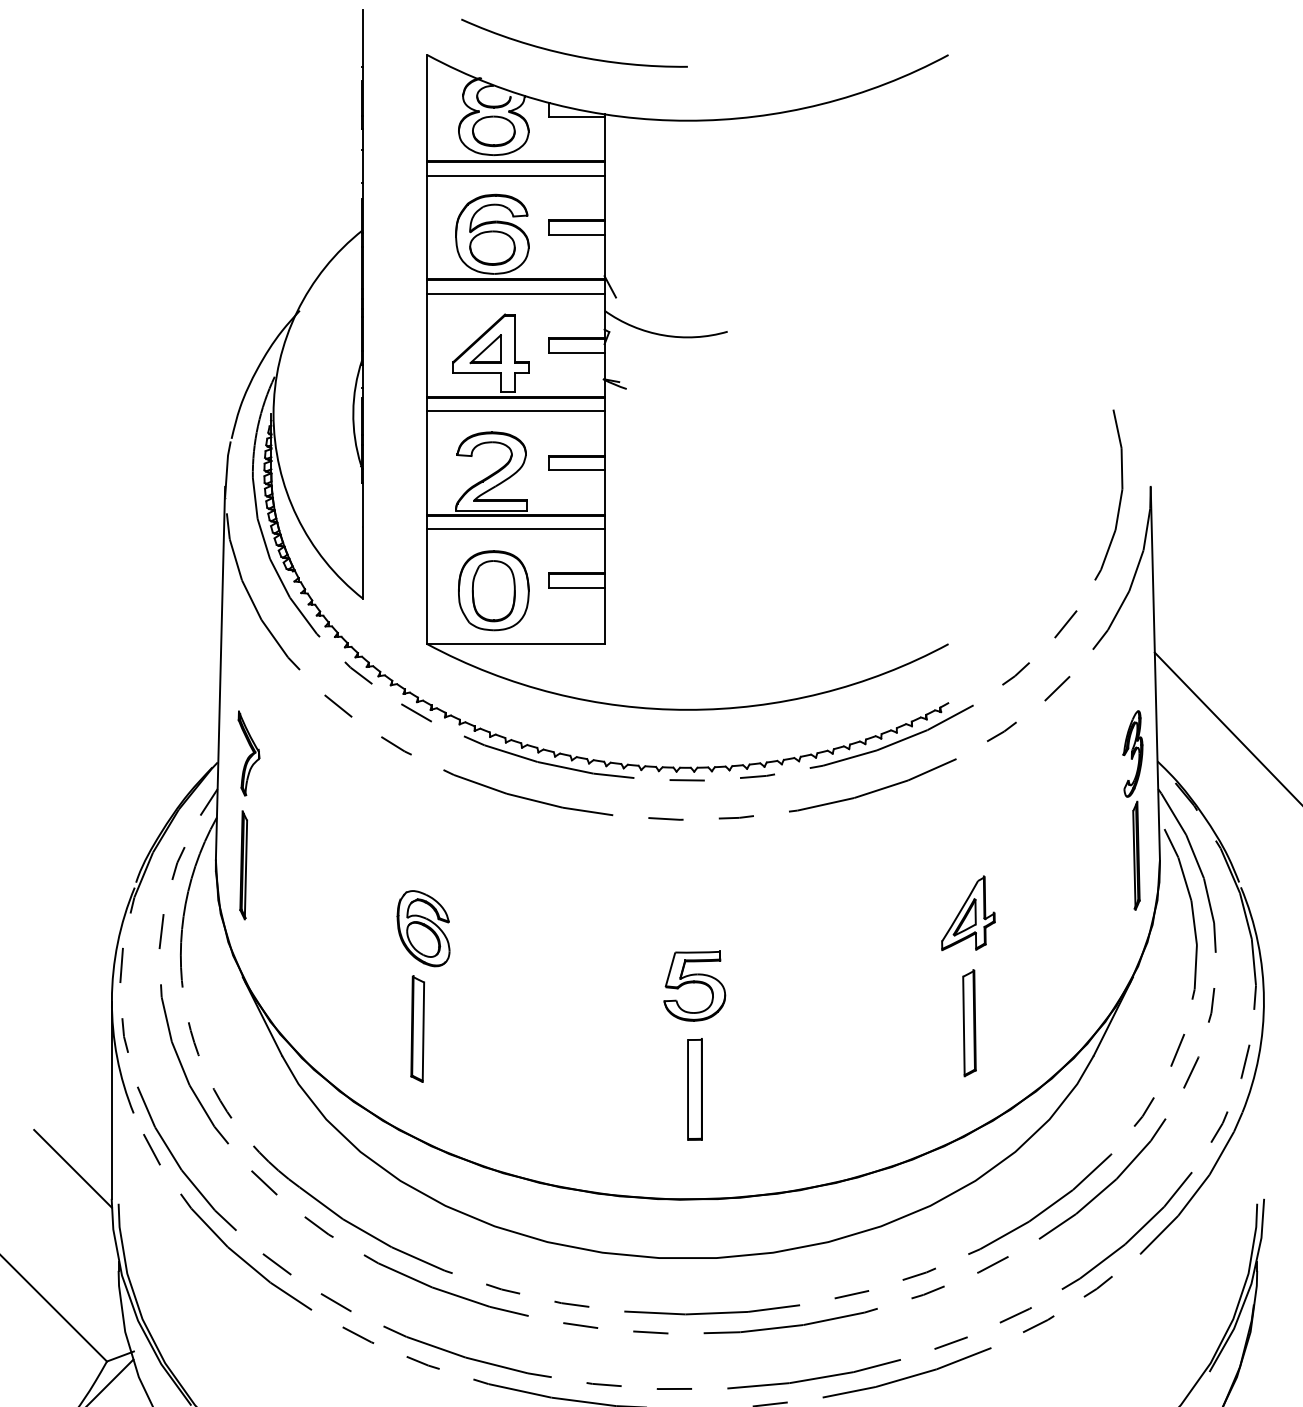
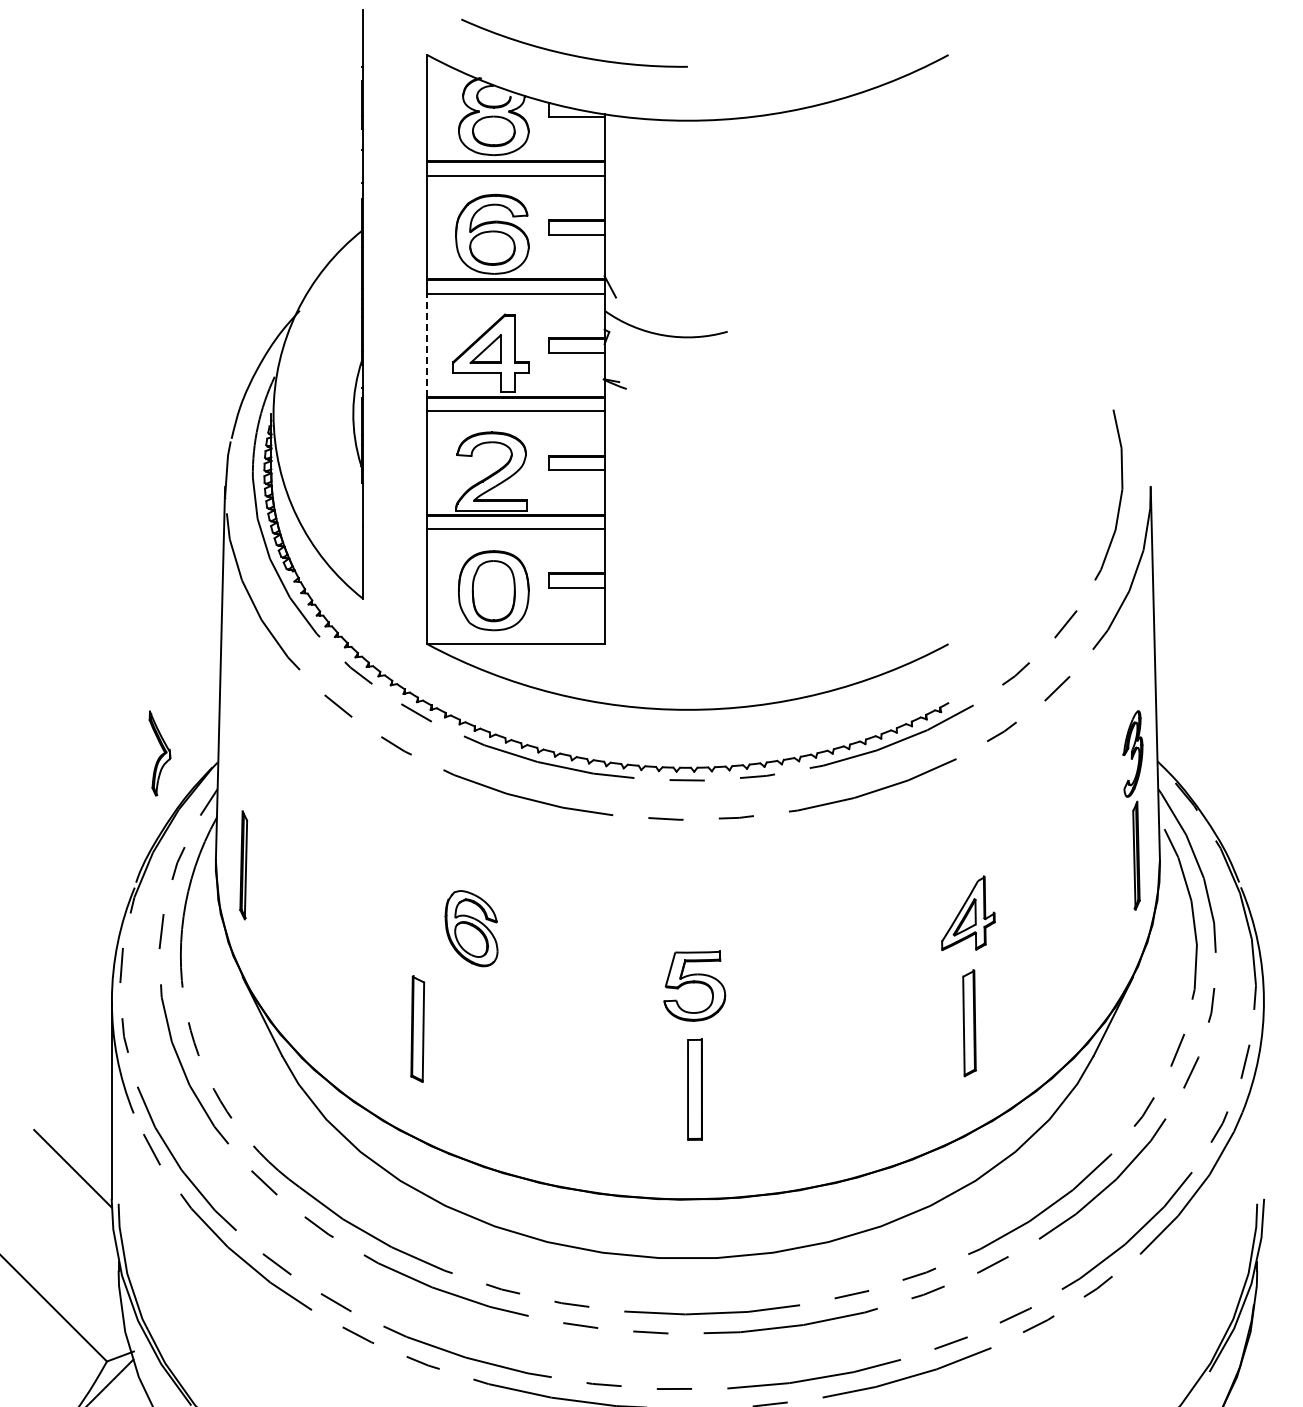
line at (427, 345): solid -> dashed
line at (1226, 727): present -> none
part at (248, 753) position: (248, 753) -> (159, 753)
part at (423, 928) position: (423, 928) -> (471, 928)
